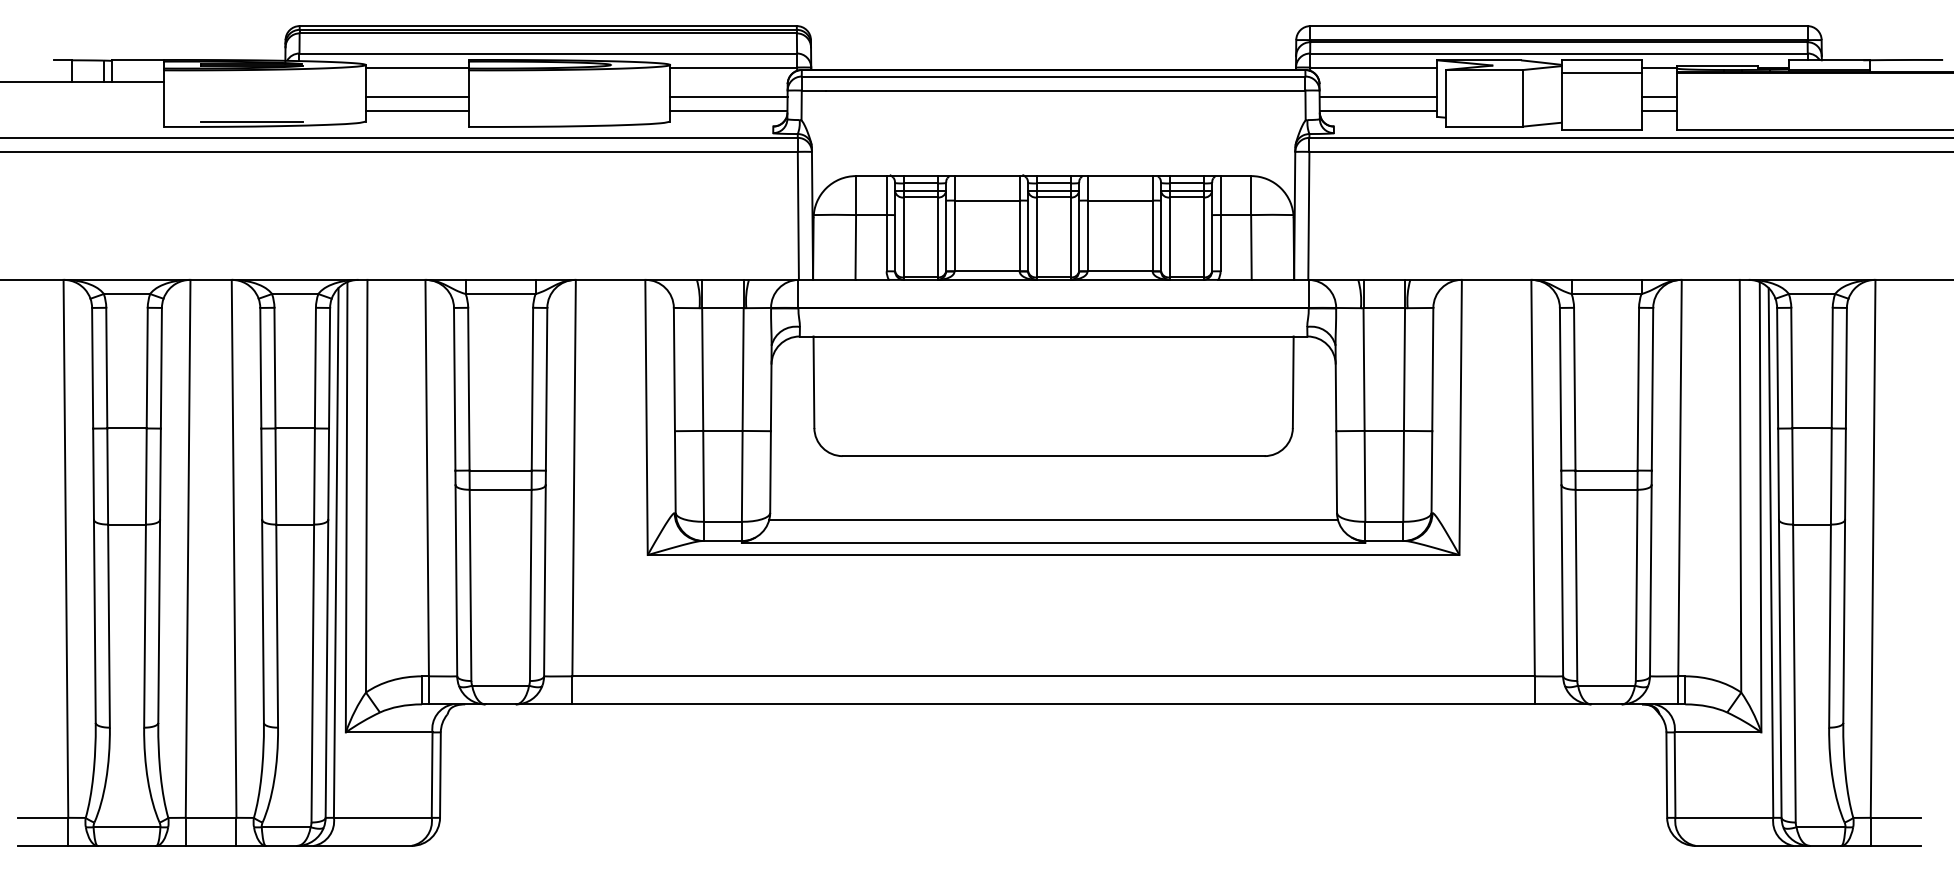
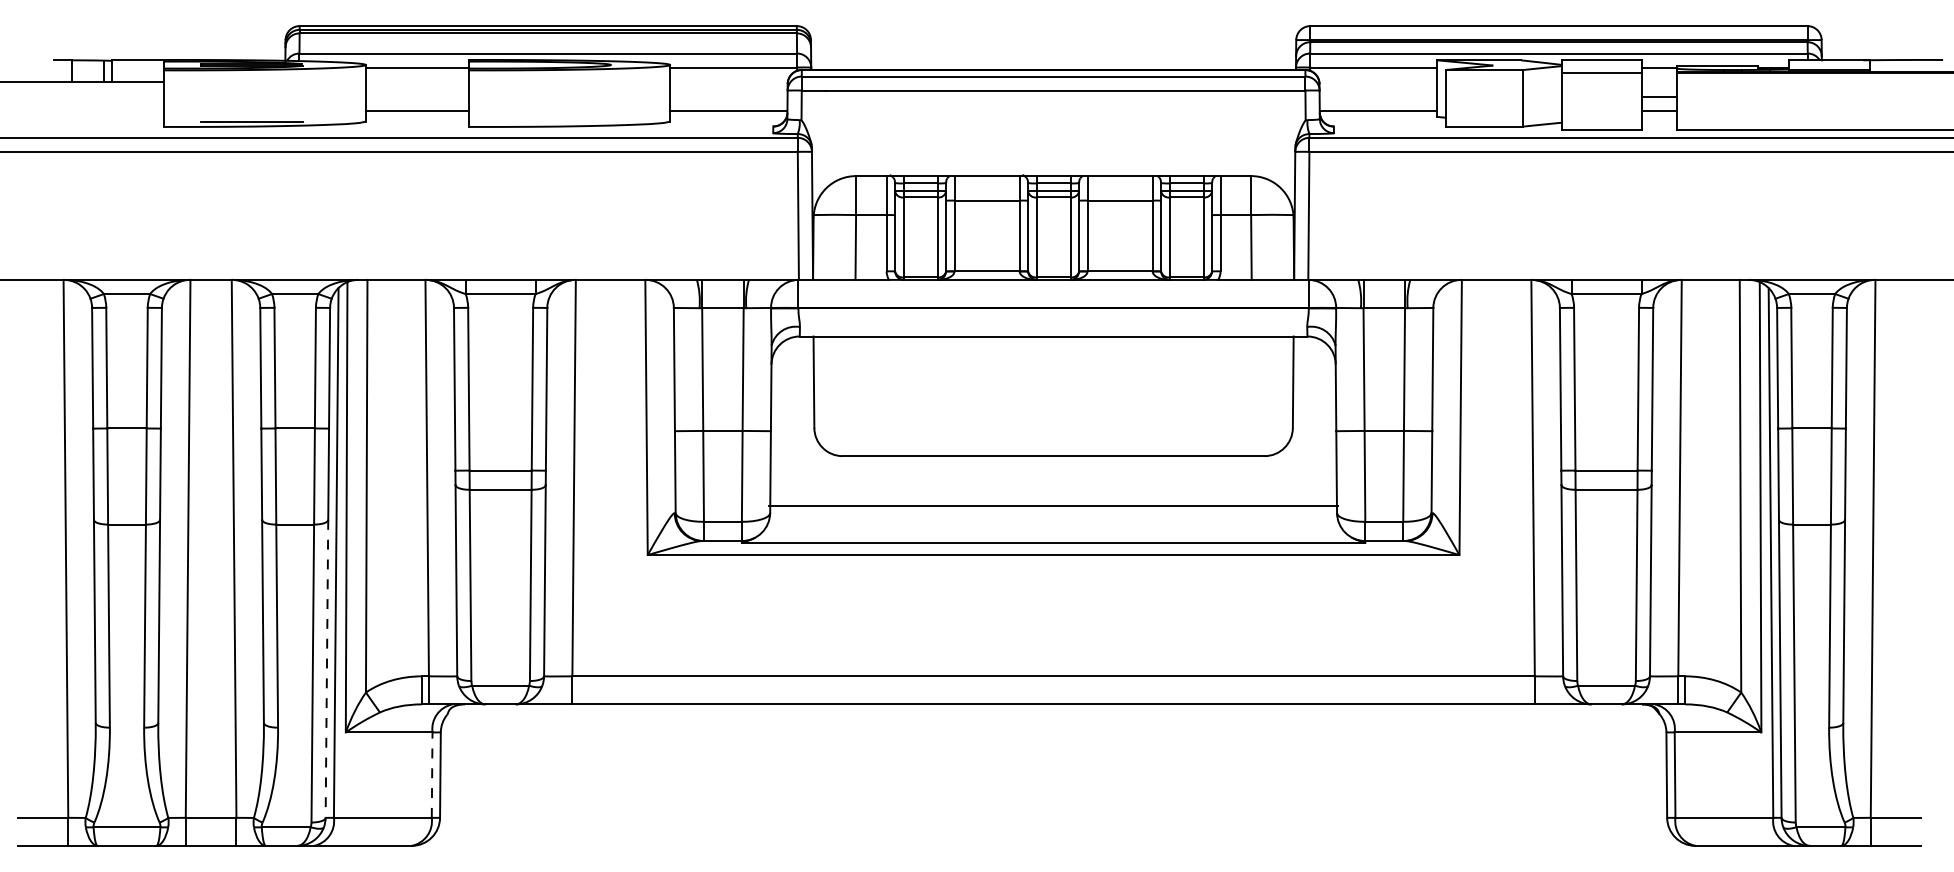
line at (416, 96): present -> none
line at (728, 96): present -> none
line at (1378, 96): present -> none
line at (1053, 519) position: (1053, 519) -> (1053, 505)
line at (326, 668): solid -> dashed
line at (432, 775): solid -> dashed
